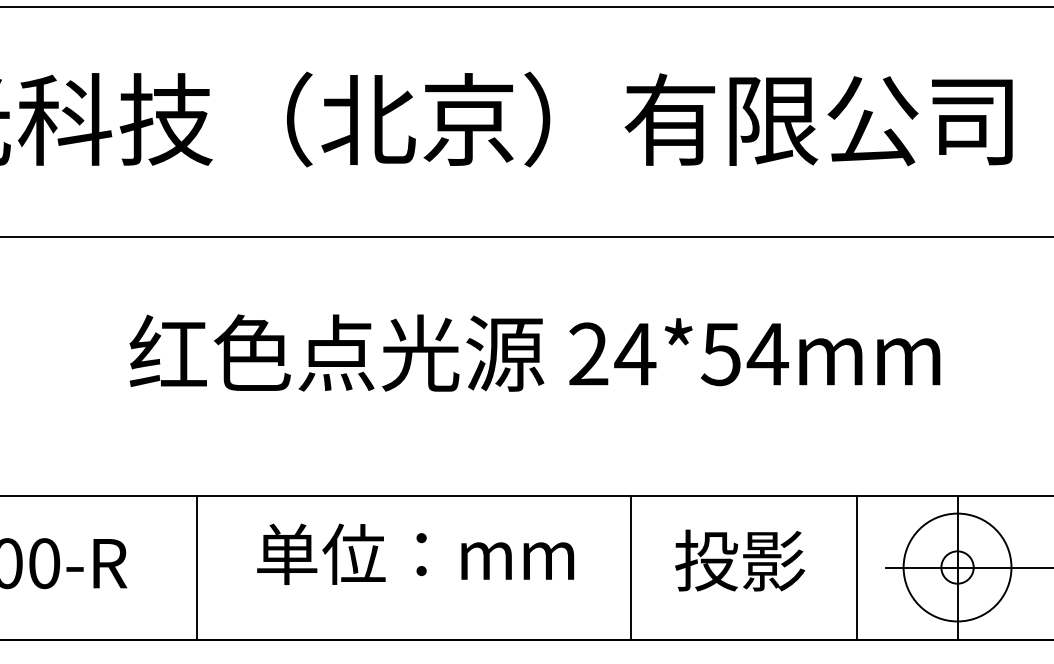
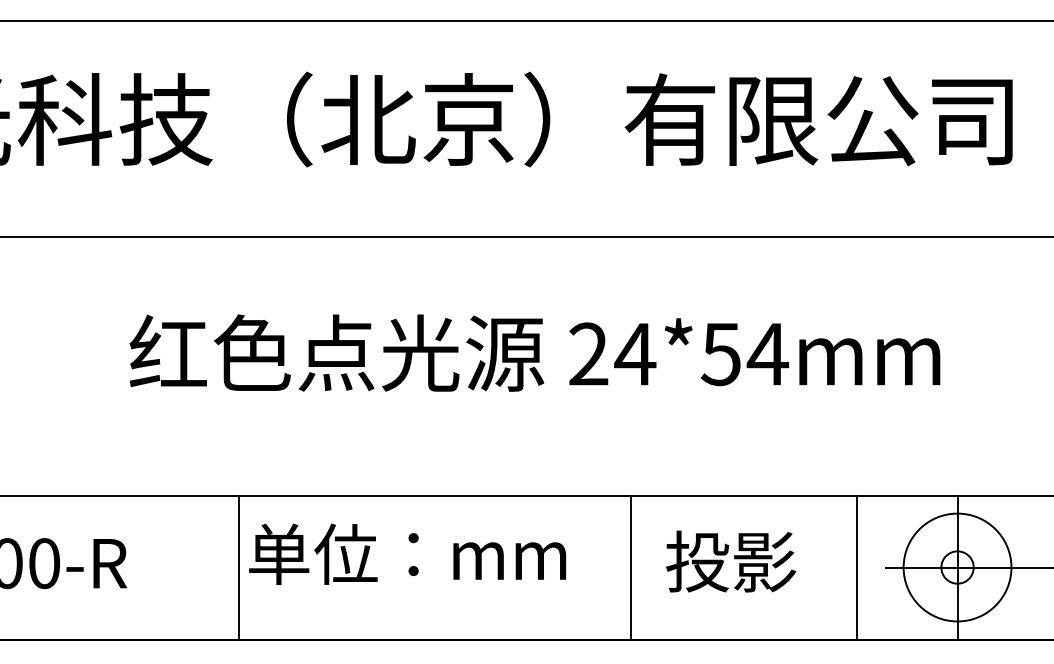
line at (526, 6) position: (526, 6) -> (526, 20)
text at (415, 553) position: (415, 553) -> (407, 553)
text at (740, 560) position: (740, 560) -> (731, 561)
line at (196, 567) position: (196, 567) -> (238, 567)
